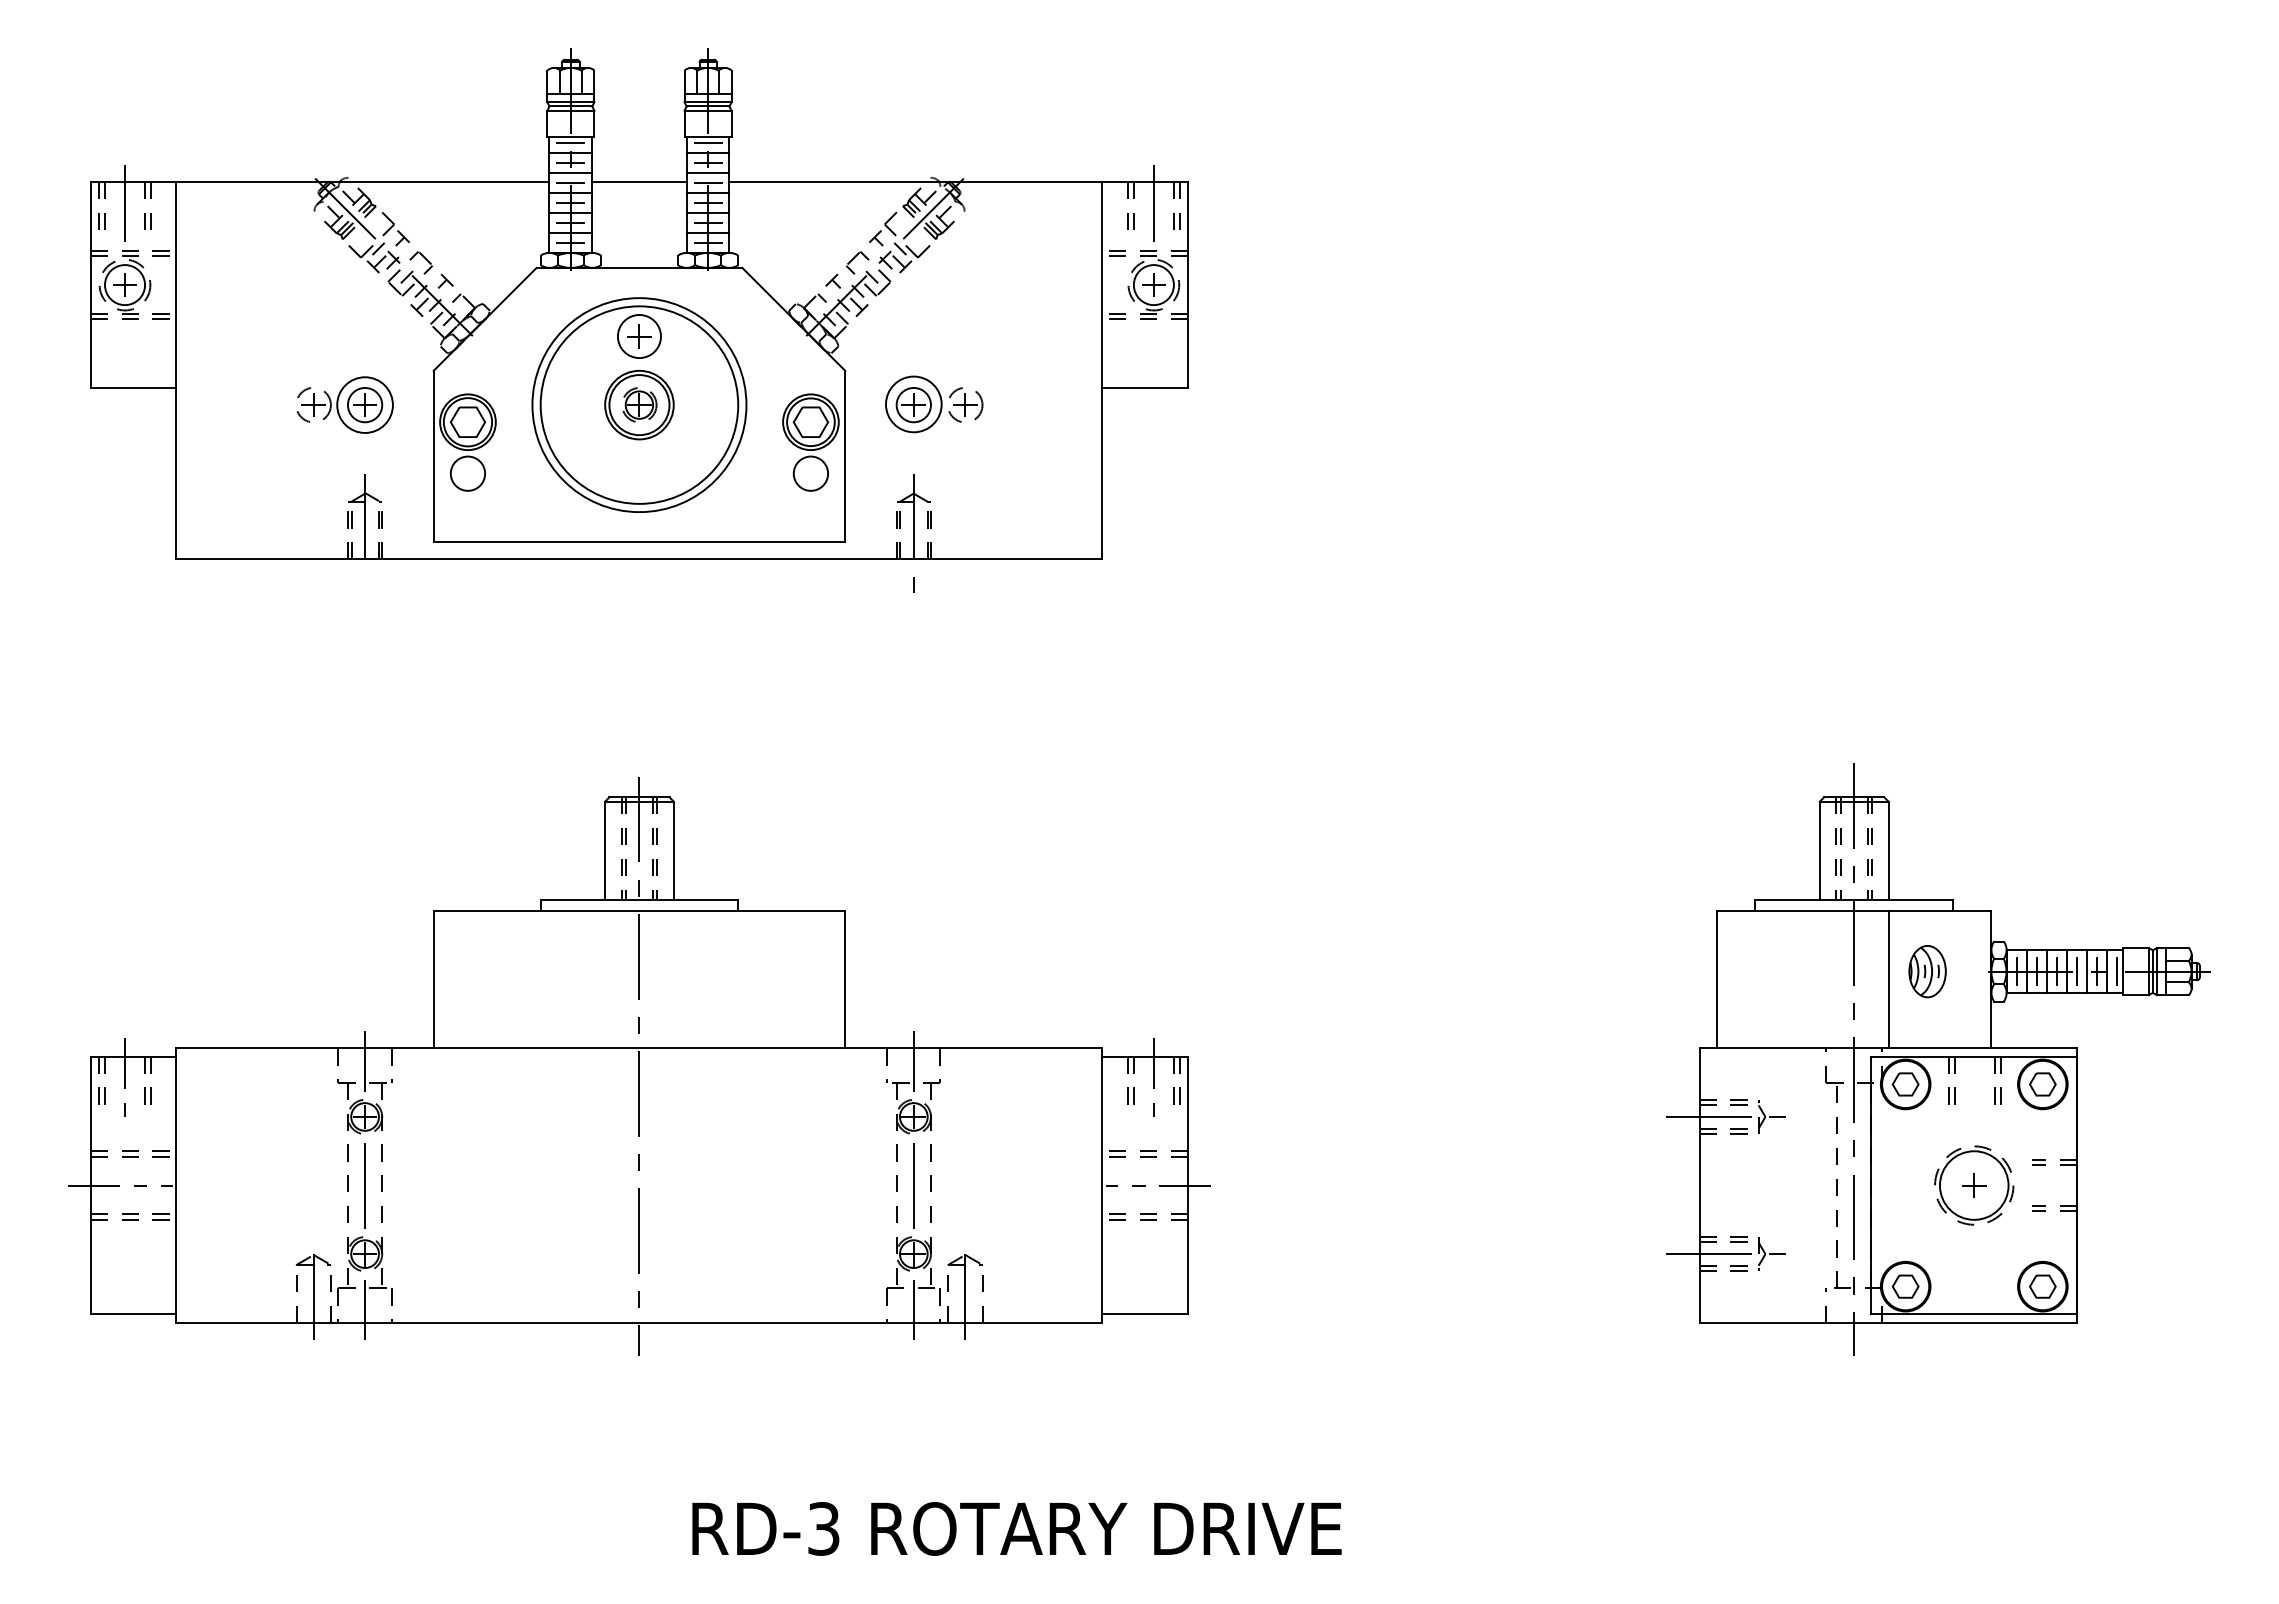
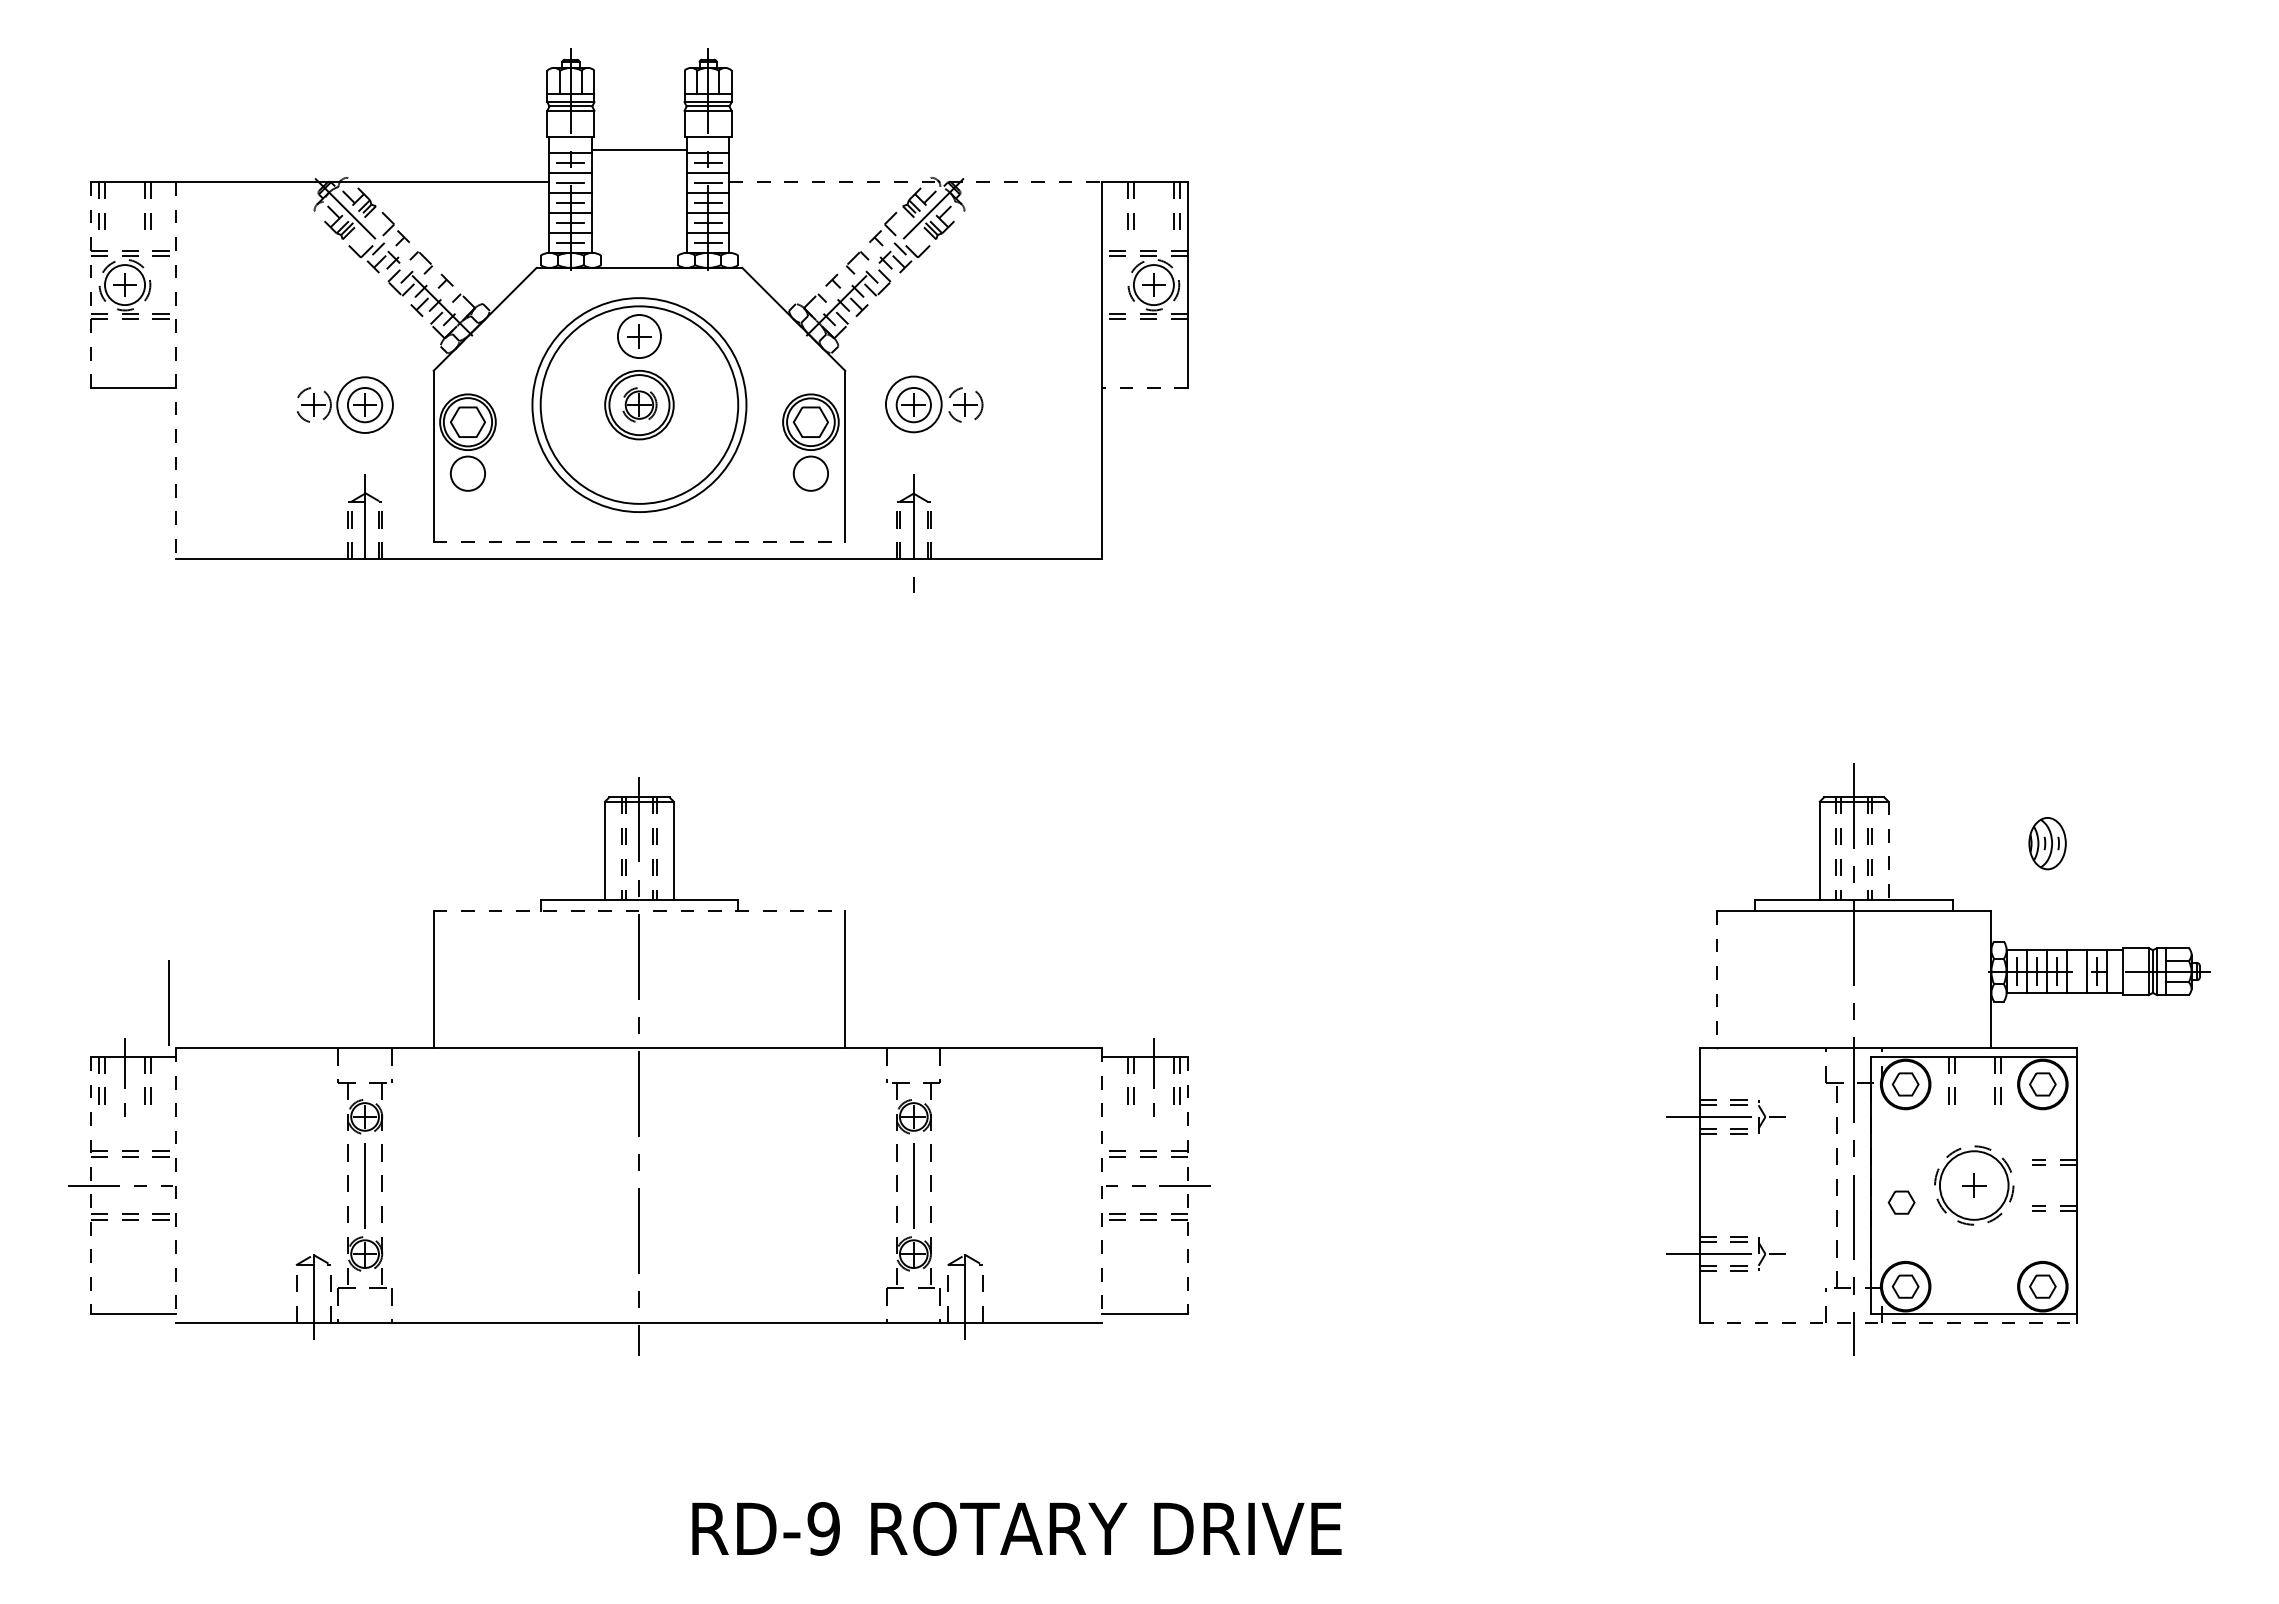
line at (570, 142): present -> none
line at (707, 142): present -> none
line at (639, 182) position: (639, 182) -> (639, 150)
line at (915, 182): solid -> dashed
line at (125, 202): present -> none
line at (1153, 202): present -> none
line at (90, 285): solid -> dashed
line at (176, 370): solid -> dashed
line at (1145, 387): solid -> dashed
line at (639, 542): solid -> dashed
line at (1888, 851): solid -> dashed
line at (639, 911): solid -> dashed
part at (1927, 971) position: (1927, 971) -> (2047, 843)
line at (2076, 971): present -> none
line at (2116, 971): present -> none
line at (1717, 979): solid -> dashed
line at (1888, 979): present -> none
line at (168, 1002): none -> present
line at (365, 1061): present -> none
line at (913, 1061): present -> none
line at (90, 1186): solid -> dashed
line at (176, 1186): solid -> dashed
line at (1102, 1186): solid -> dashed
line at (1188, 1186): solid -> dashed
part at (1901, 1202): none -> present
line at (365, 1309): present -> none
line at (913, 1309): present -> none
line at (1888, 1322): solid -> dashed
text at (823, 1528): RD-3 -> RD-9
